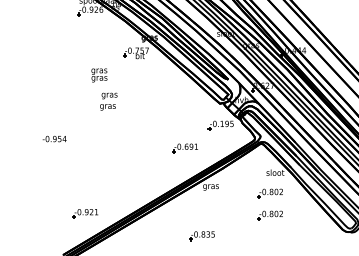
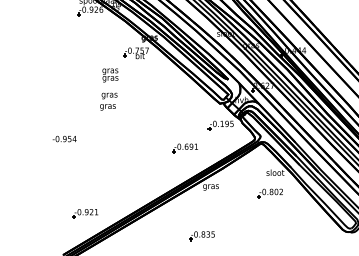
text at (99, 75) position: (99, 75) -> (110, 75)
text at (54, 138) position: (54, 138) -> (64, 138)
part at (269, 215): present -> none
